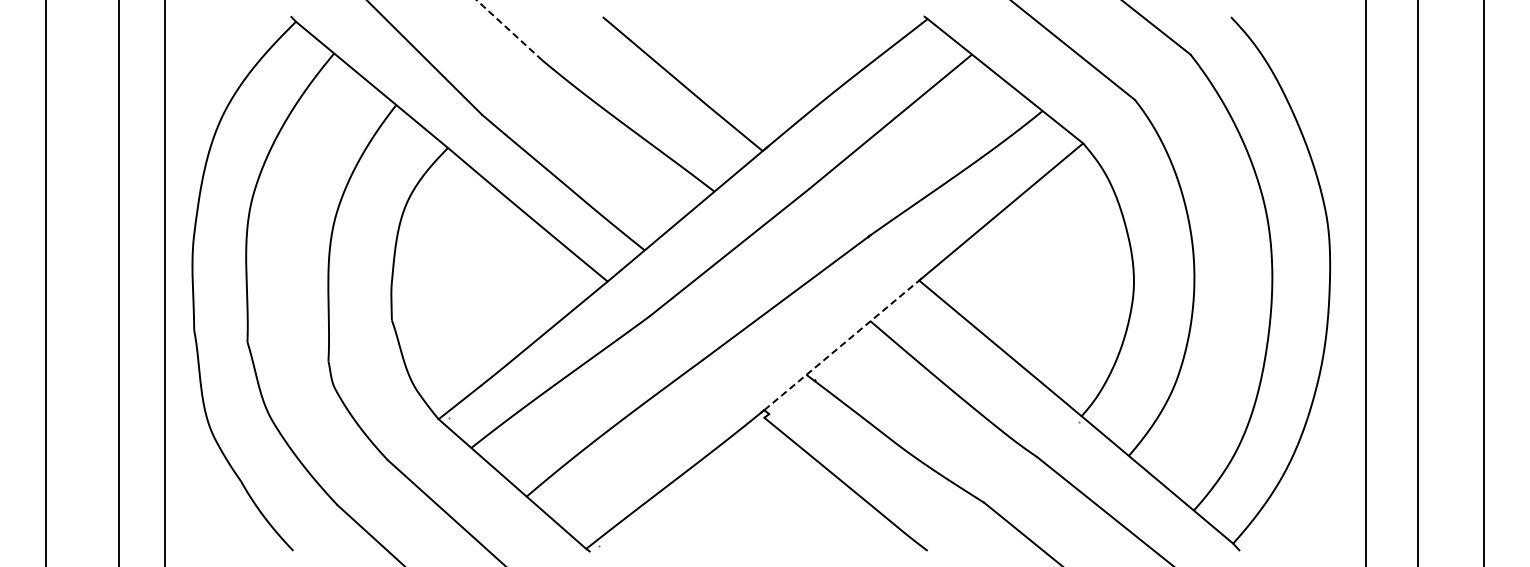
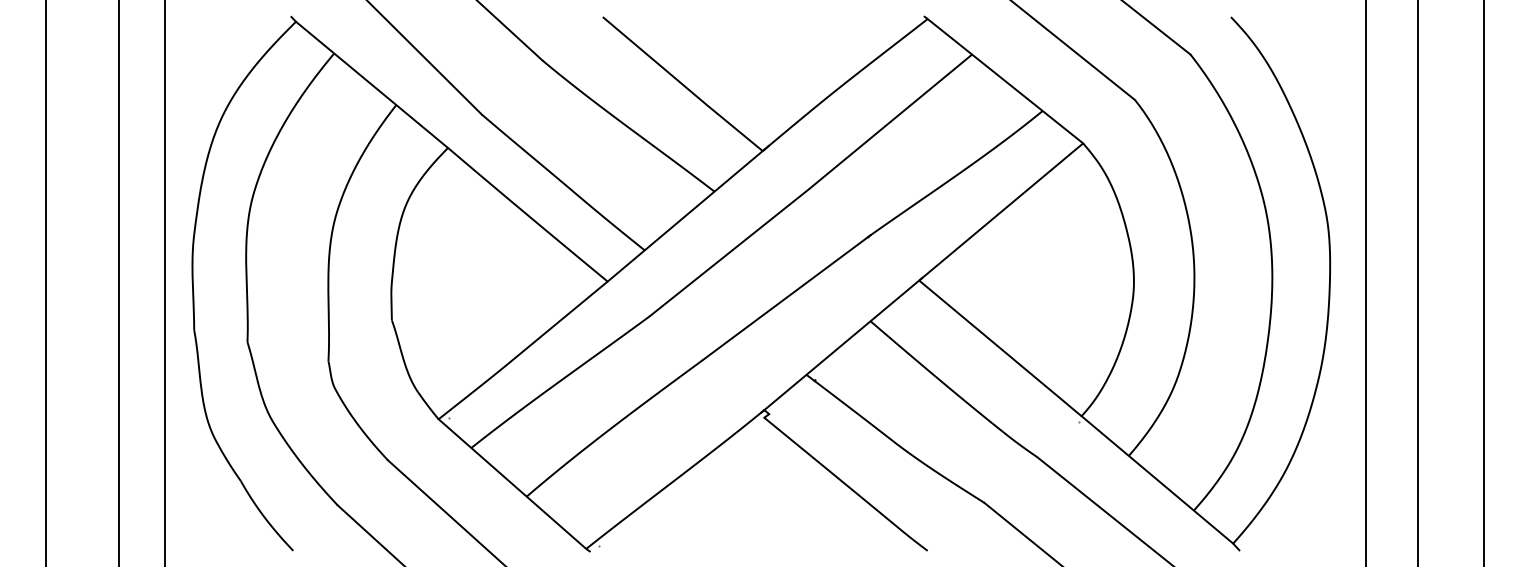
line at (509, 30): dashed -> solid
line at (843, 343): dashed -> solid
